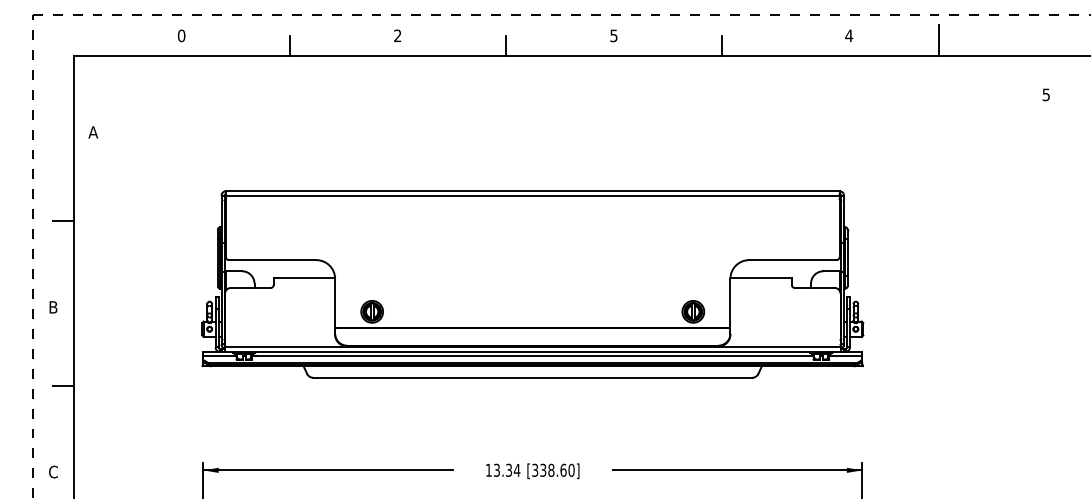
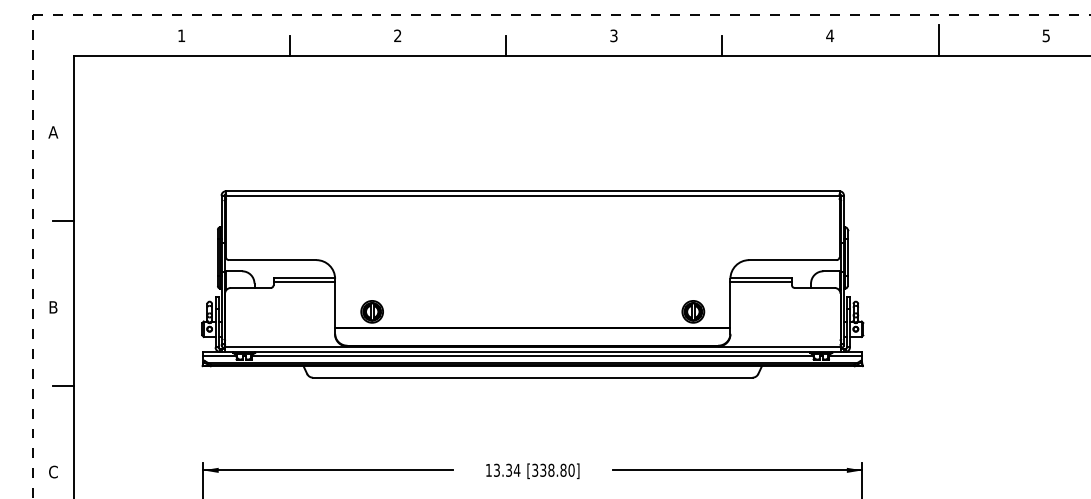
text at (181, 35): 0 -> 1
text at (613, 35): 5 -> 3
text at (849, 35) position: (849, 35) -> (830, 35)
text at (1045, 94) position: (1045, 94) -> (1045, 35)
text at (93, 132) position: (93, 132) -> (53, 132)
line at (304, 282): none -> present
line at (760, 282): none -> present
text at (563, 469): [338.60] -> [338.80]
